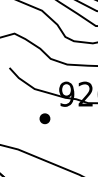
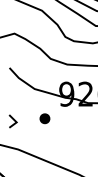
line at (13, 120): none -> present
